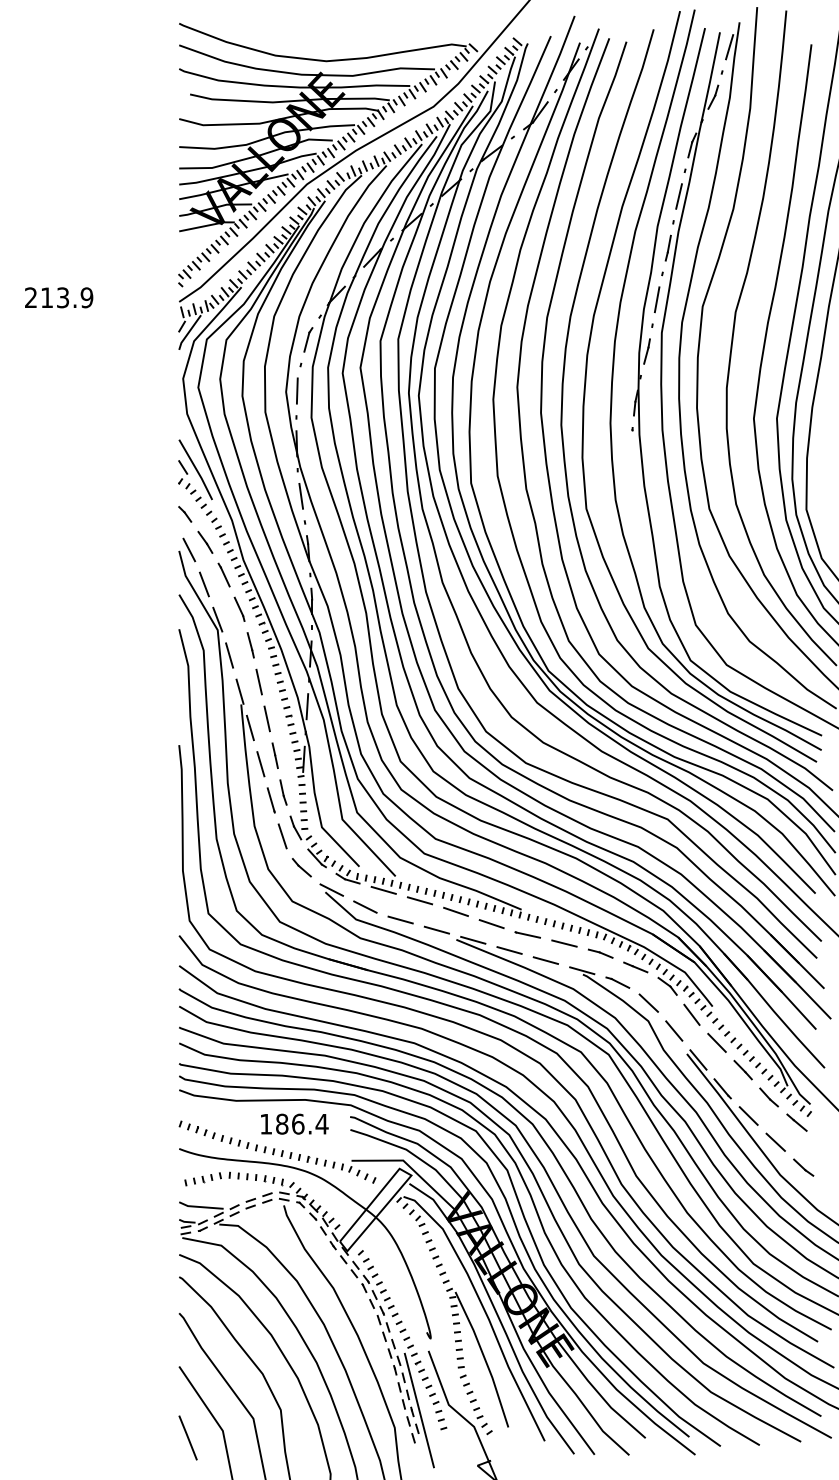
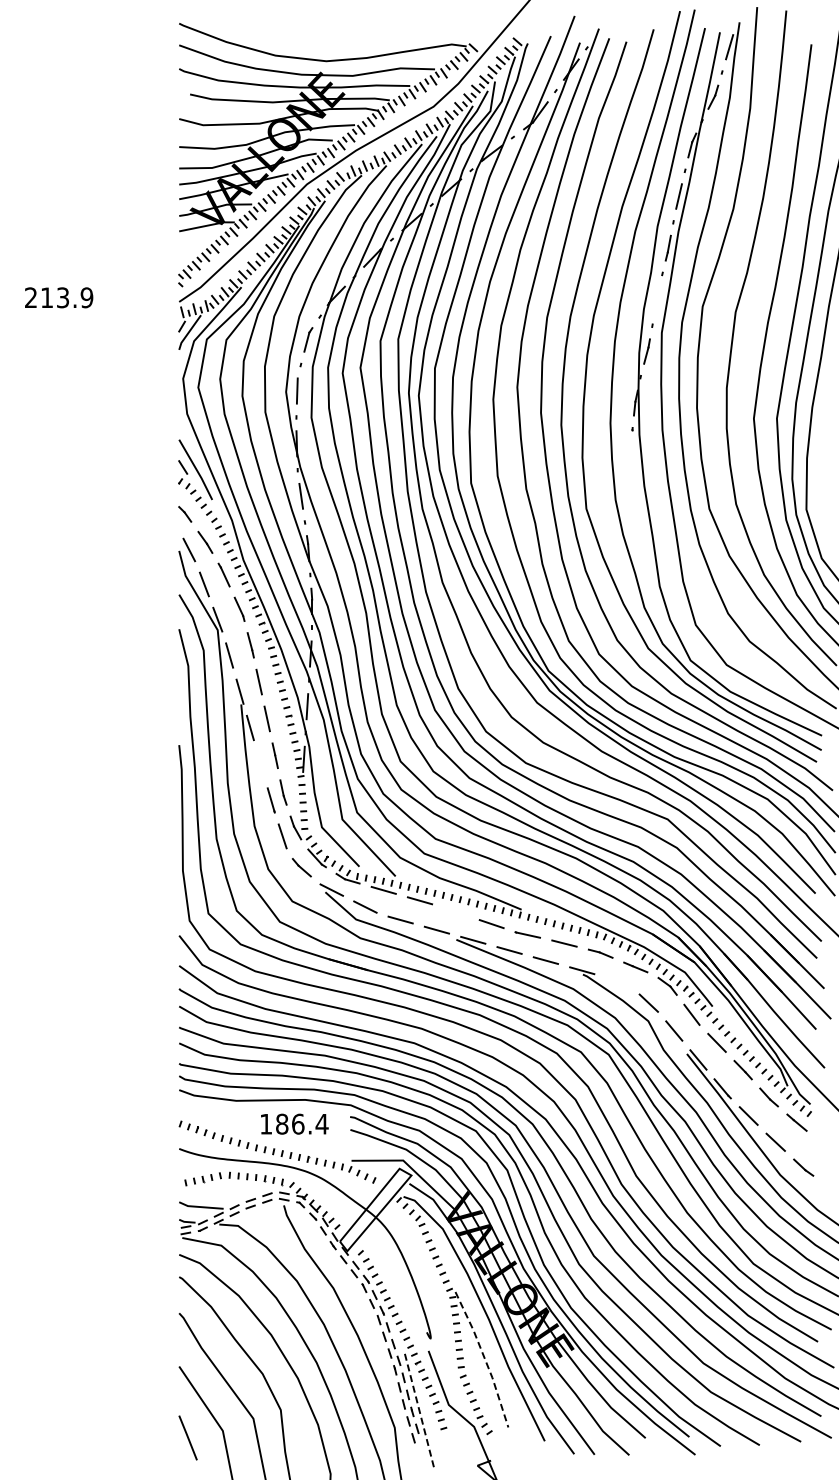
line at (656, 299): present -> none
line at (260, 764): present -> none
line at (455, 911): present -> none
part at (617, 982): present -> none
line at (484, 1358): solid -> dashed
line at (419, 1410): solid -> dashed
